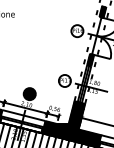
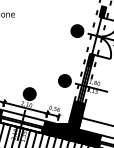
fill at (77, 31): none -> present
fill at (64, 80): none -> present
